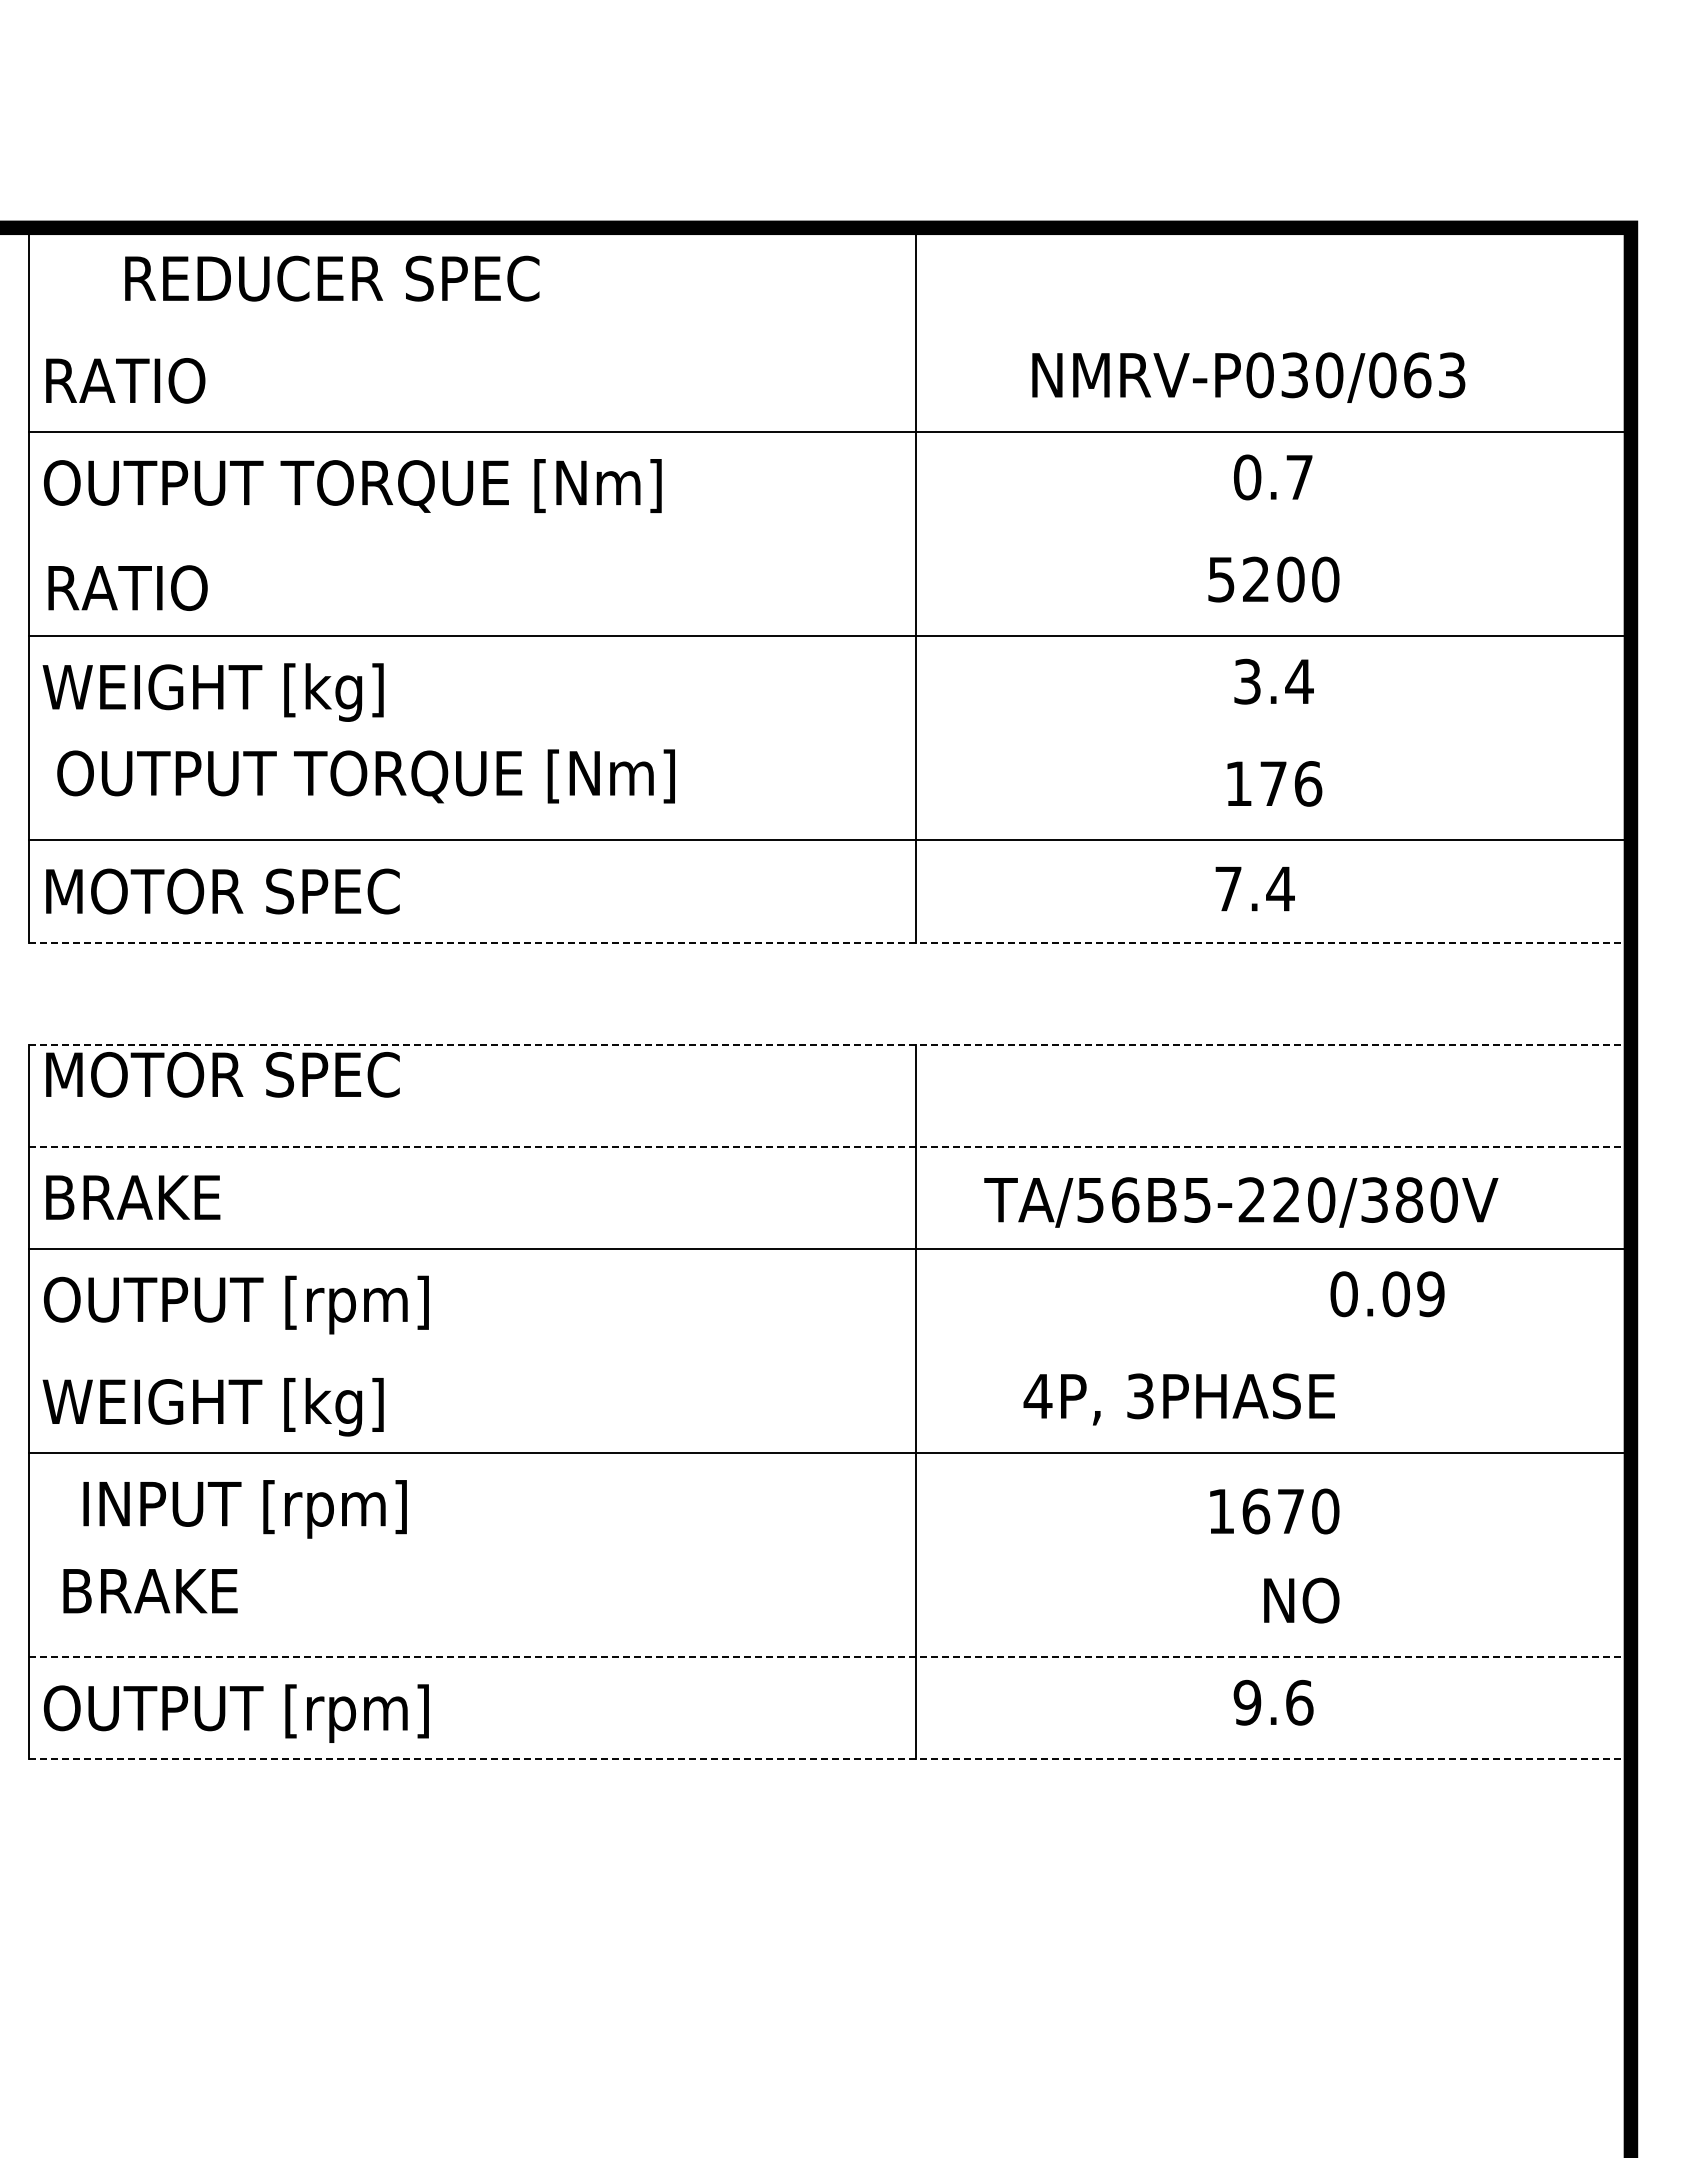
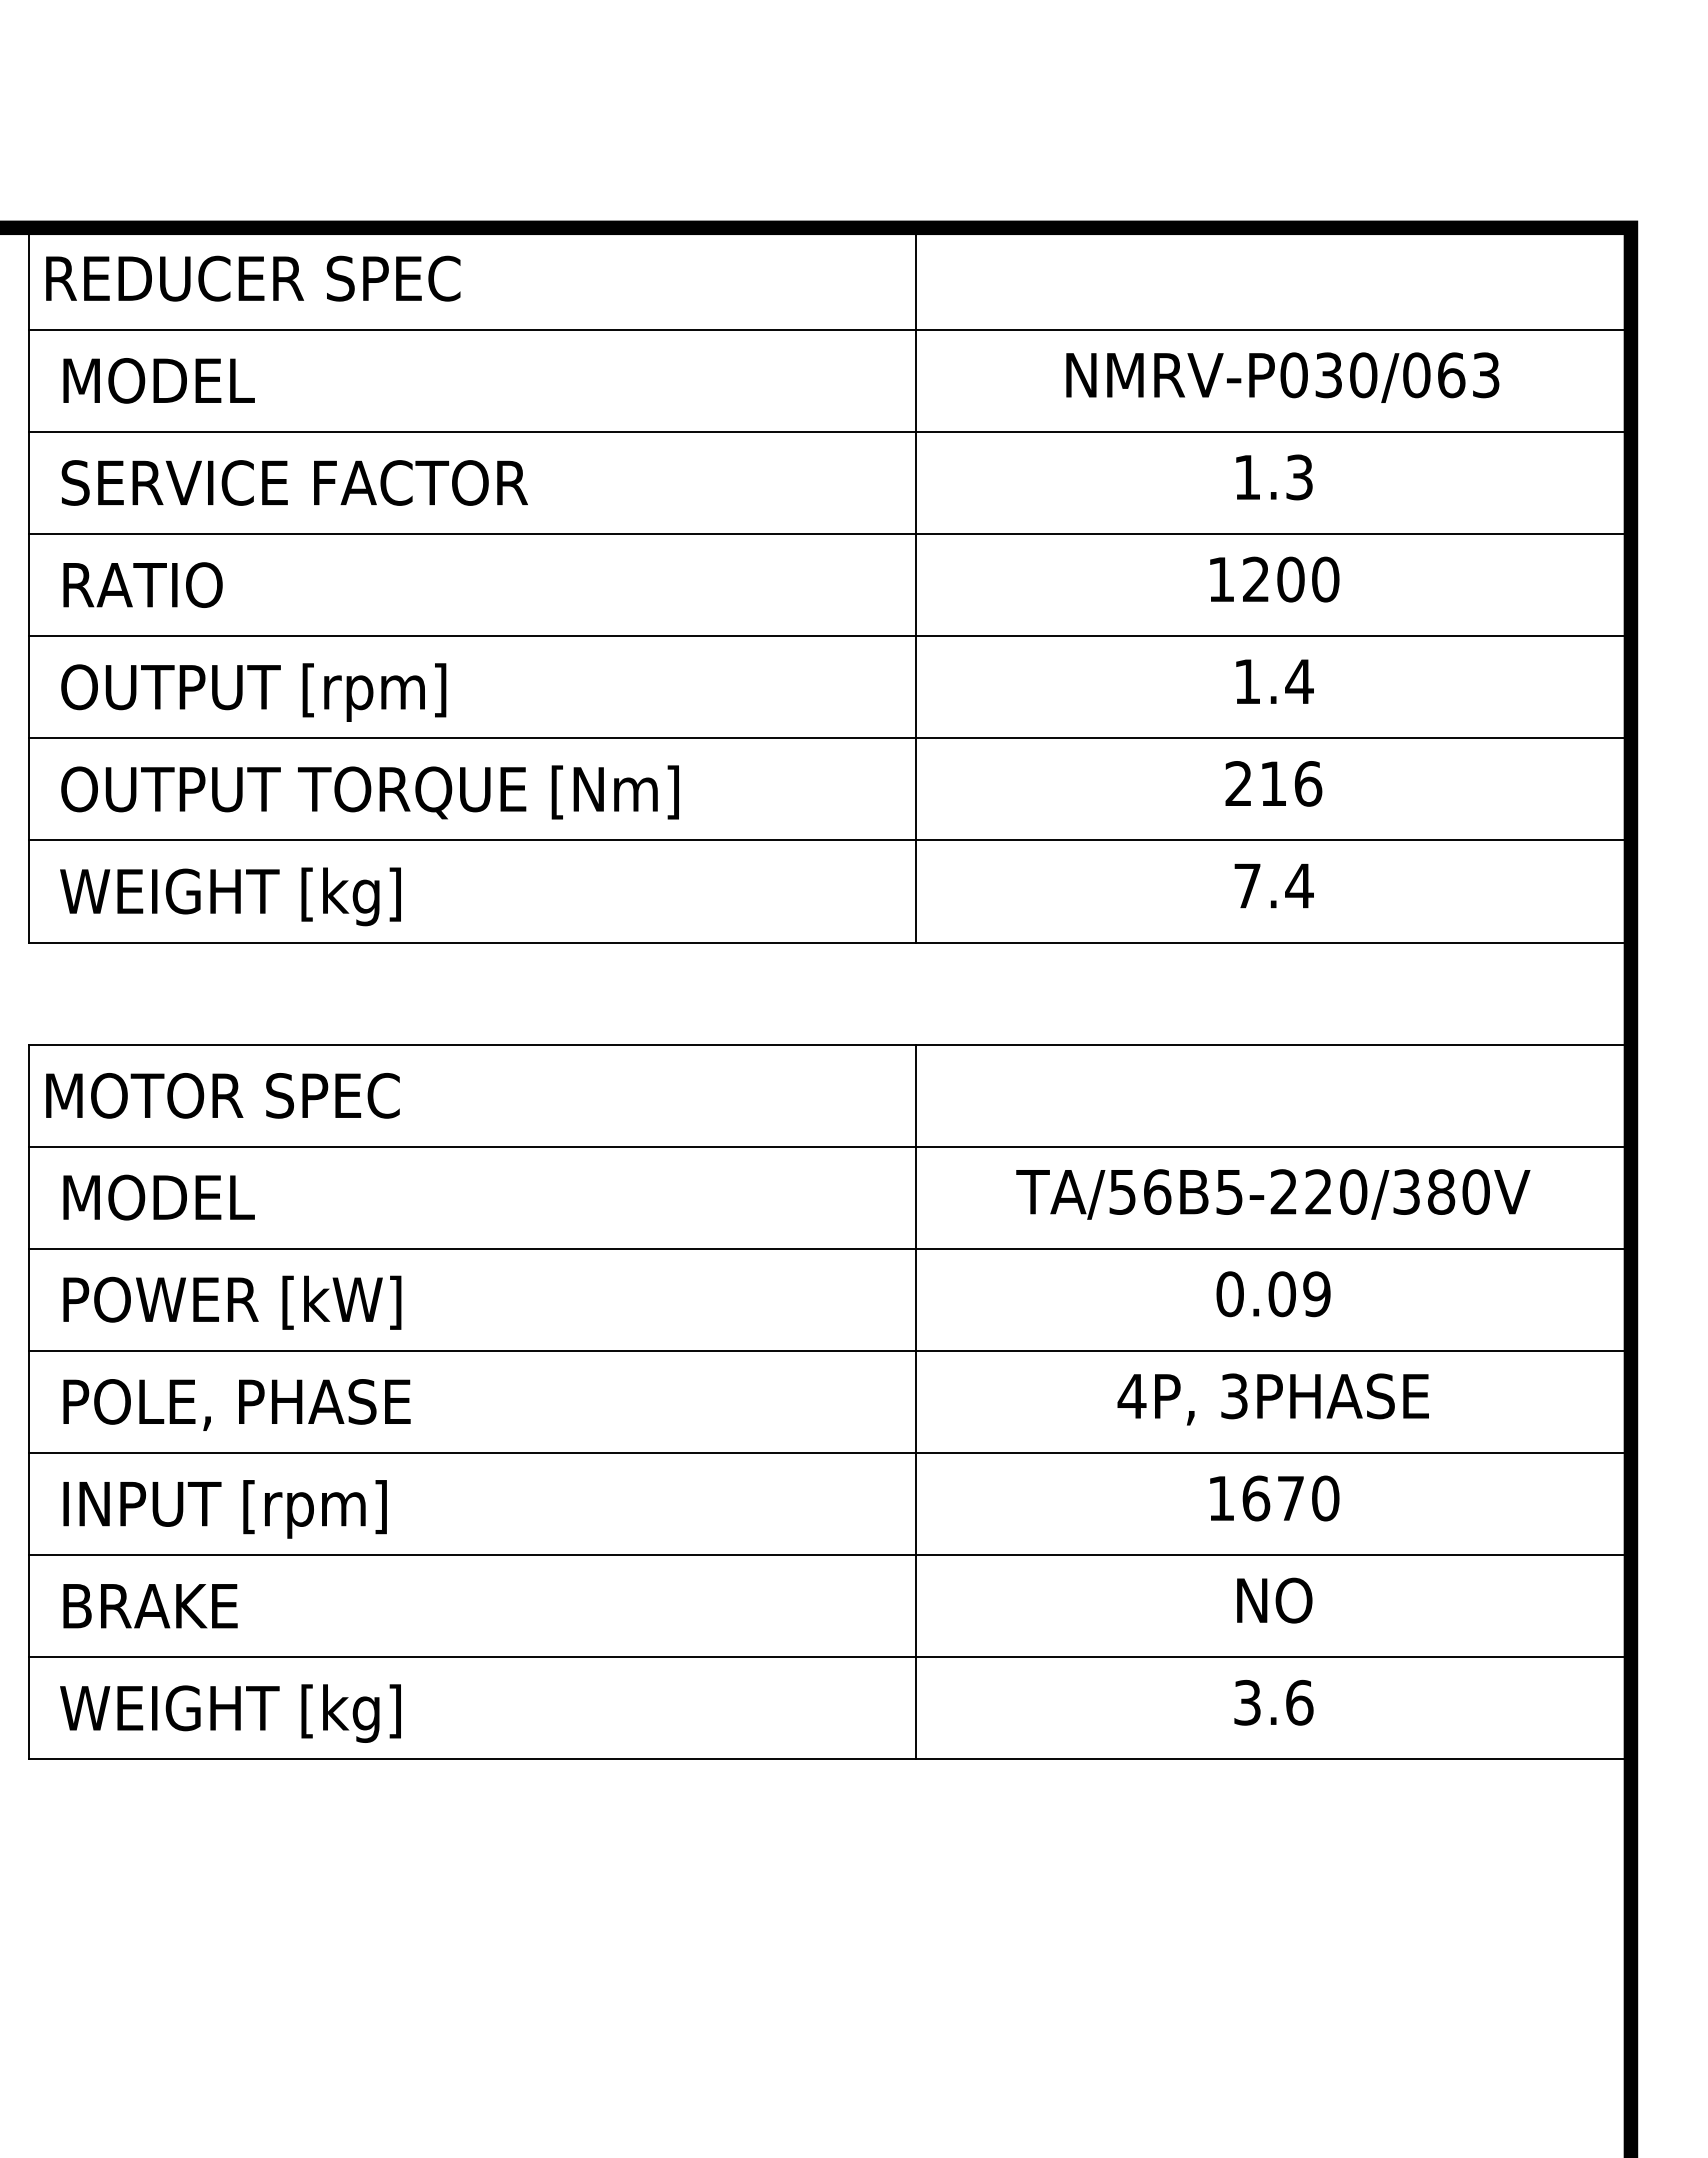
text at (332, 278) position: (332, 278) -> (253, 278)
line at (829, 329): none -> present
text at (1248, 377) position: (1248, 377) -> (1282, 377)
text at (150, 380): RATIO -> MODEL
text at (1273, 477): 0.7 -> 1.3
text at (352, 486): OUTPUT TORQUE [Nm] -> SERVICE FACTOR
line at (829, 534): none -> present
text at (1221, 579): 5200 -> 1200
text at (127, 587) position: (127, 587) -> (142, 584)
text at (1247, 681): 3.4 -> 1.4
text at (244, 692): WEIGHT [kg] -> OUTPUT [rpm]
line at (829, 738): none -> present
text at (365, 776) position: (365, 776) -> (369, 792)
text at (1255, 783): 176 -> 216
text at (1254, 889) position: (1254, 889) -> (1273, 886)
text at (223, 896): MOTOR SPEC -> WEIGHT [kg]
line at (830, 942): dashed -> solid
line at (830, 1044): dashed -> solid
text at (222, 1074) position: (222, 1074) -> (222, 1095)
line at (830, 1146): dashed -> solid
text at (150, 1197): BRAKE -> MODEL
text at (1241, 1202) position: (1241, 1202) -> (1273, 1194)
text at (1387, 1294) position: (1387, 1294) -> (1273, 1294)
text at (235, 1304): OUTPUT [rpm] -> POWER [kW]
line at (829, 1350): none -> present
text at (1178, 1399) position: (1178, 1399) -> (1272, 1399)
text at (226, 1407): WEIGHT [kg] -> POLE, PHASE
text at (244, 1509) position: (244, 1509) -> (224, 1509)
text at (1274, 1511) position: (1274, 1511) -> (1274, 1498)
line at (829, 1555): none -> present
text at (150, 1591) position: (150, 1591) -> (150, 1606)
text at (1301, 1600) position: (1301, 1600) -> (1274, 1600)
line at (830, 1657): dashed -> solid
text at (1247, 1702): 9.6 -> 3.6
text at (235, 1713): OUTPUT [rpm] -> WEIGHT [kg]
line at (830, 1759): dashed -> solid
